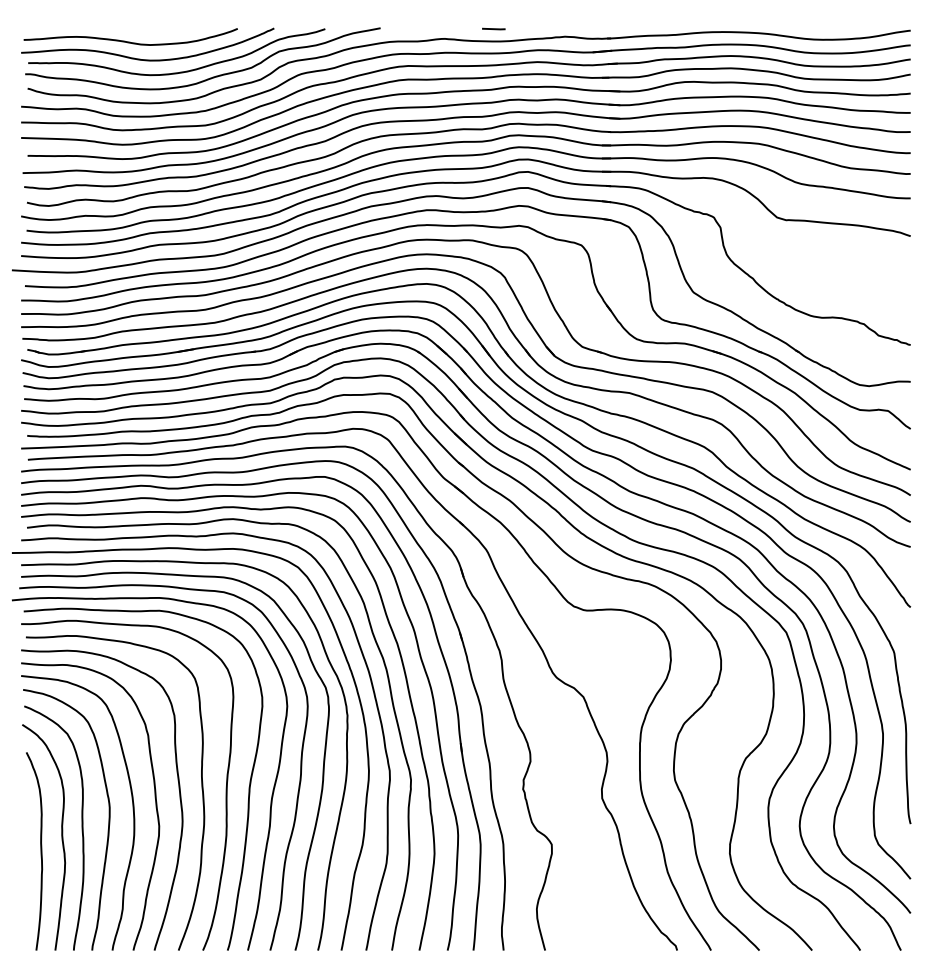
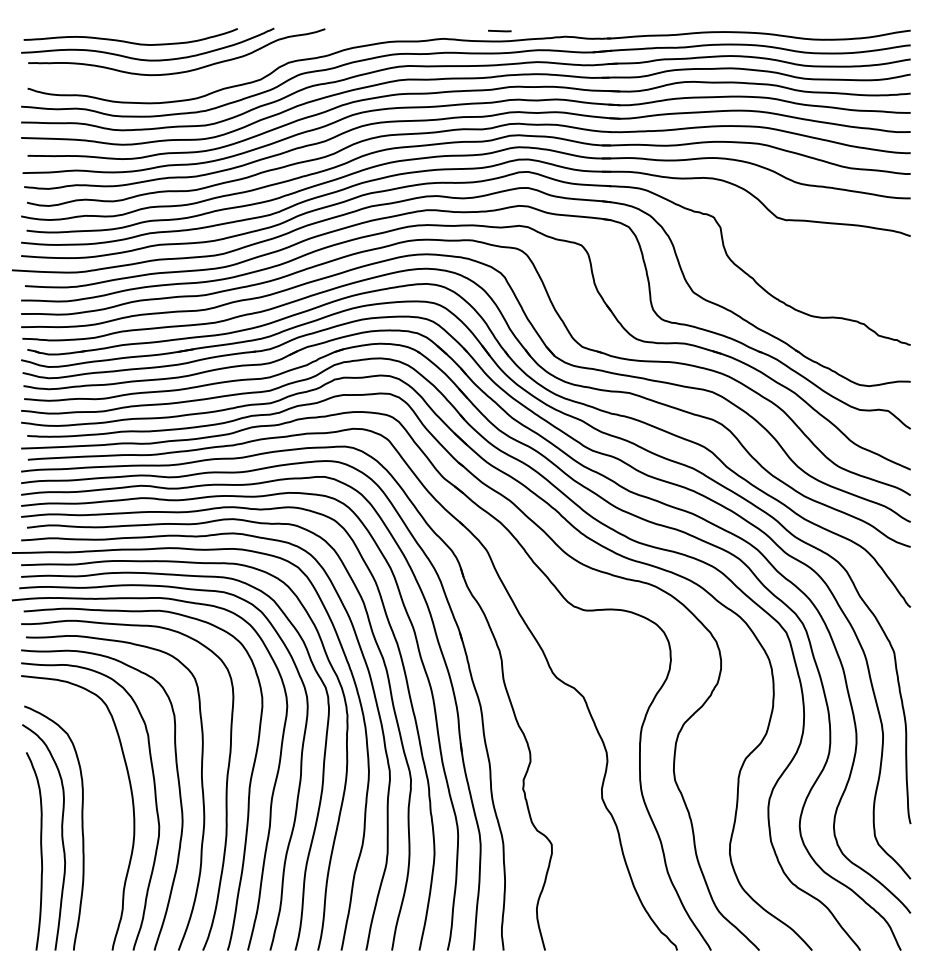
line at (493, 28) position: (493, 28) -> (499, 30)
curve at (212, 76): present -> none
curve at (108, 819): present -> none
